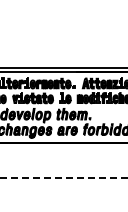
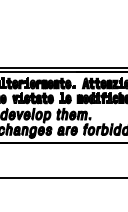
line at (63, 178): dashed -> solid
